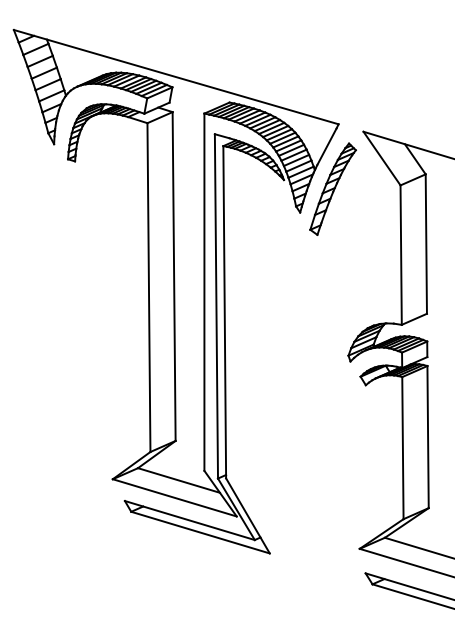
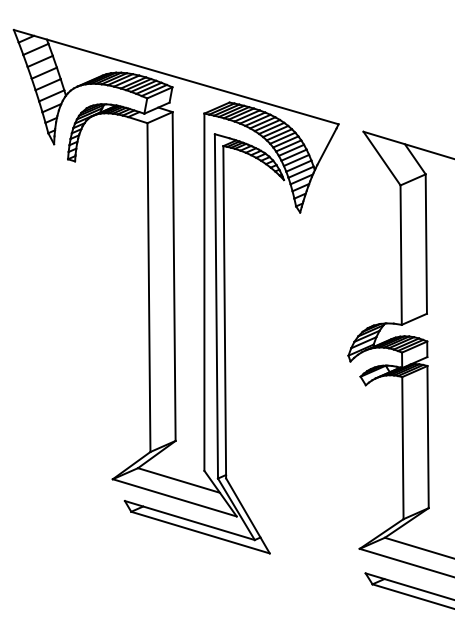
part at (332, 188): present -> none
